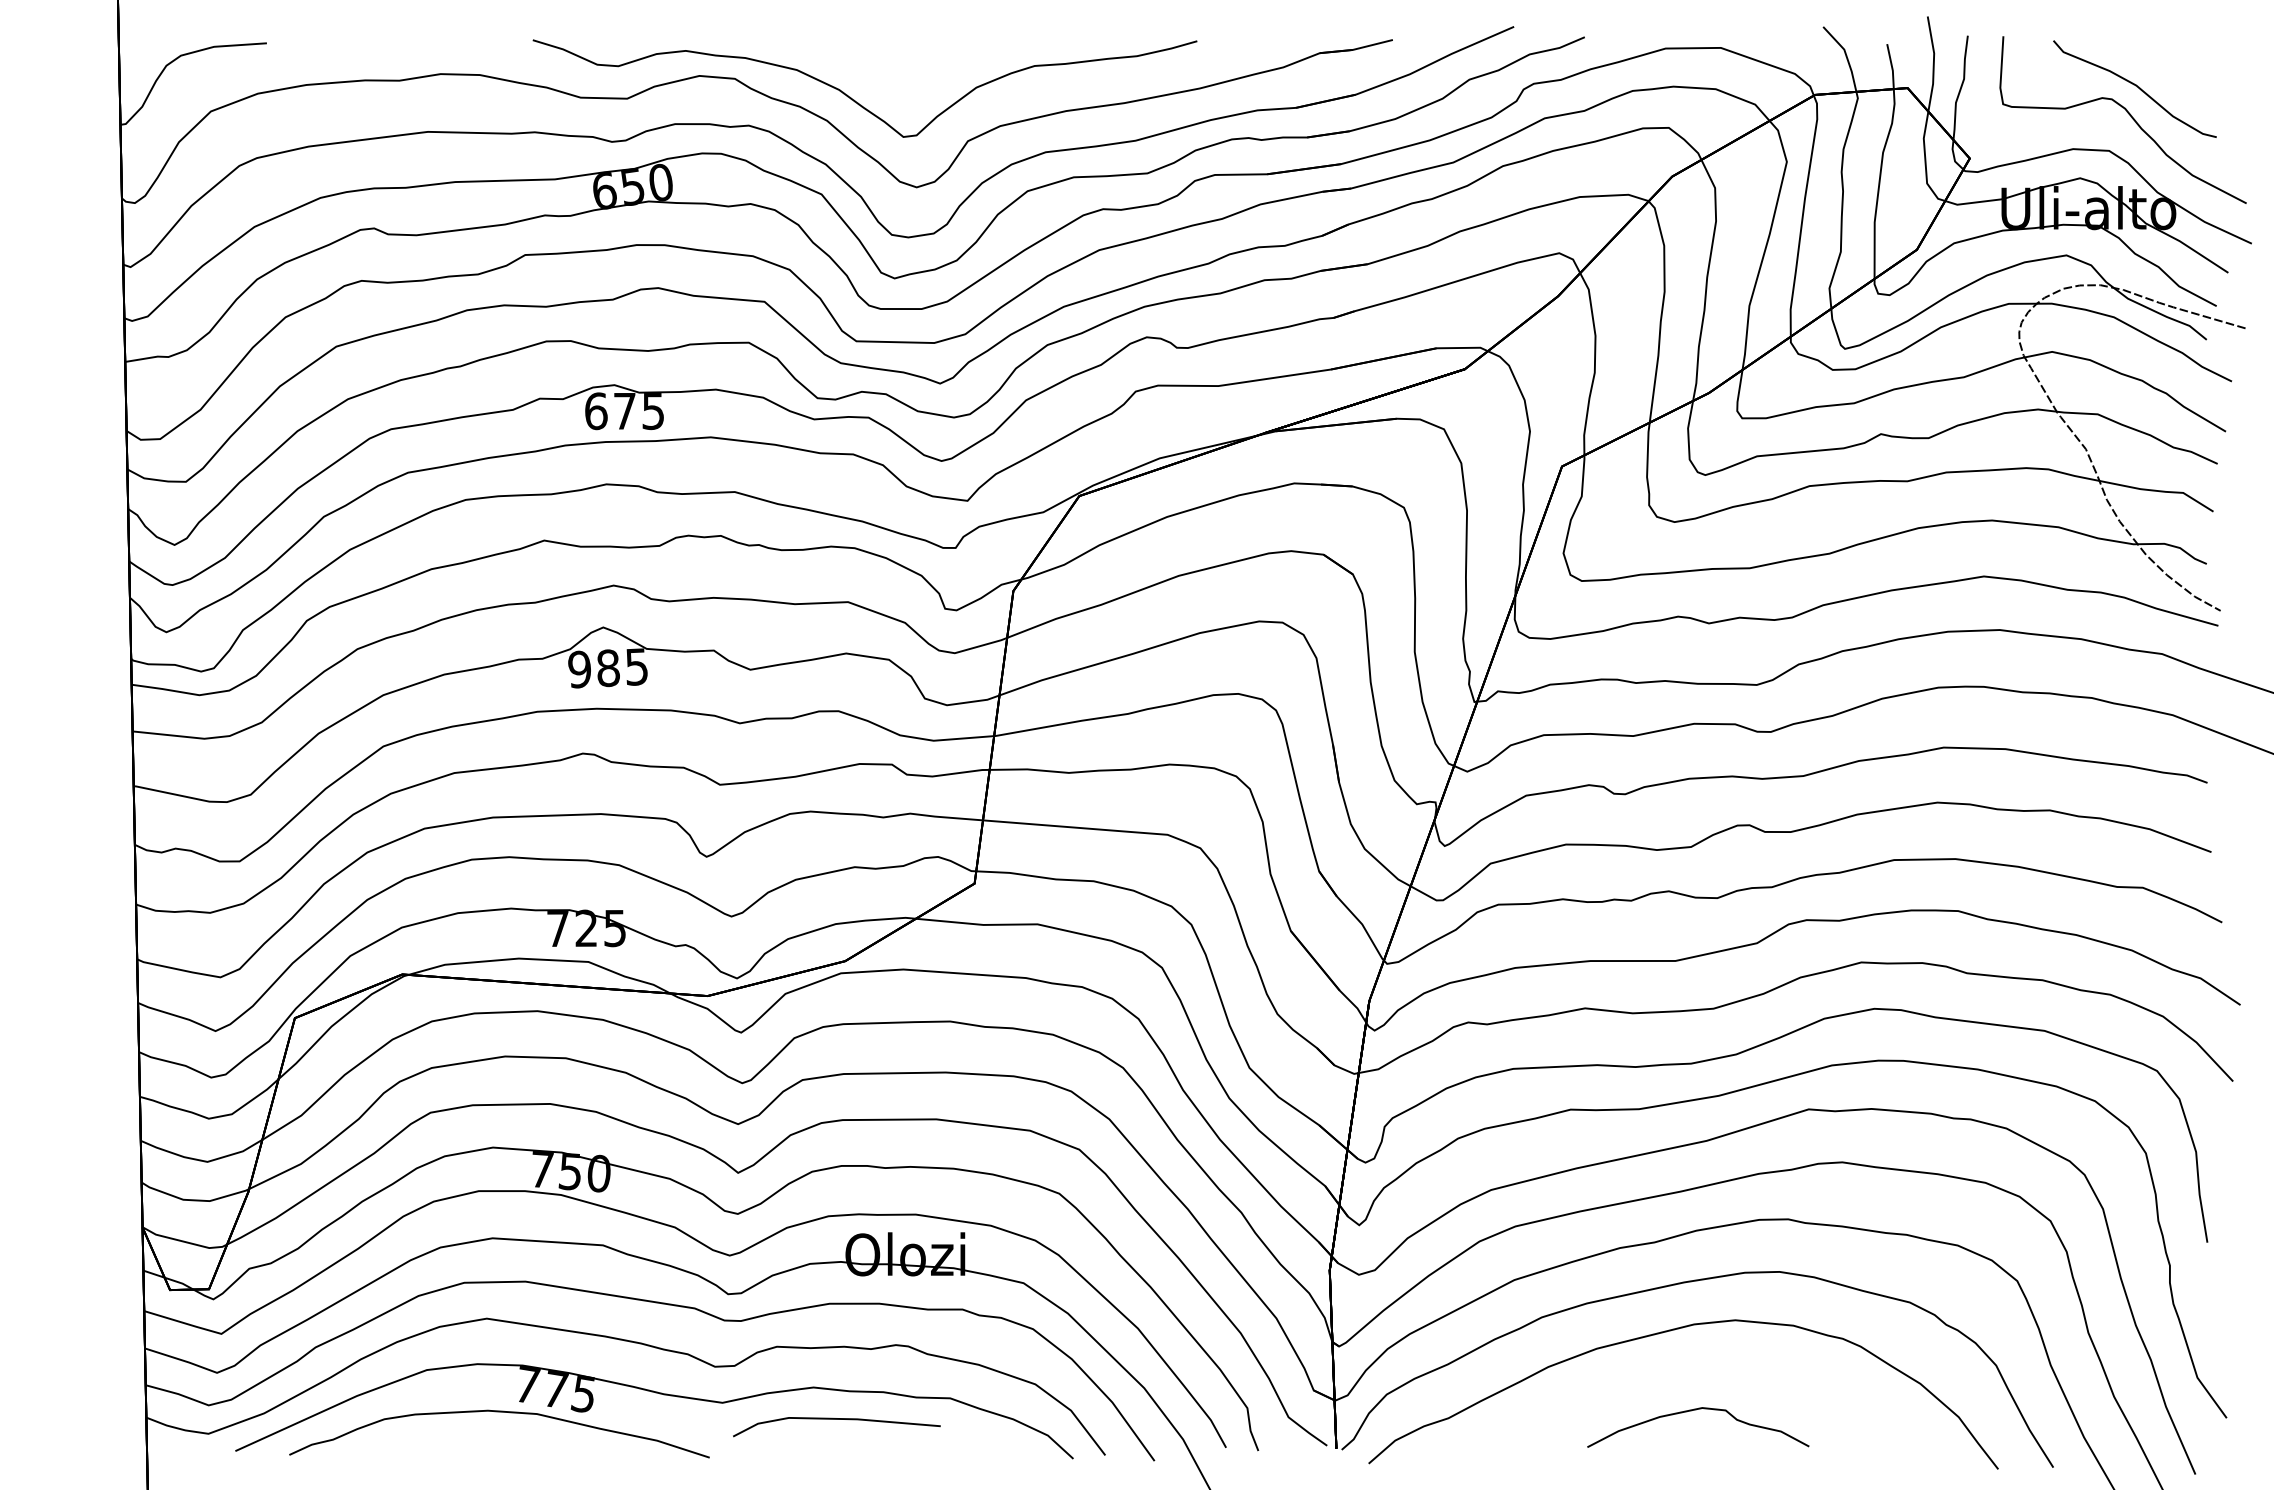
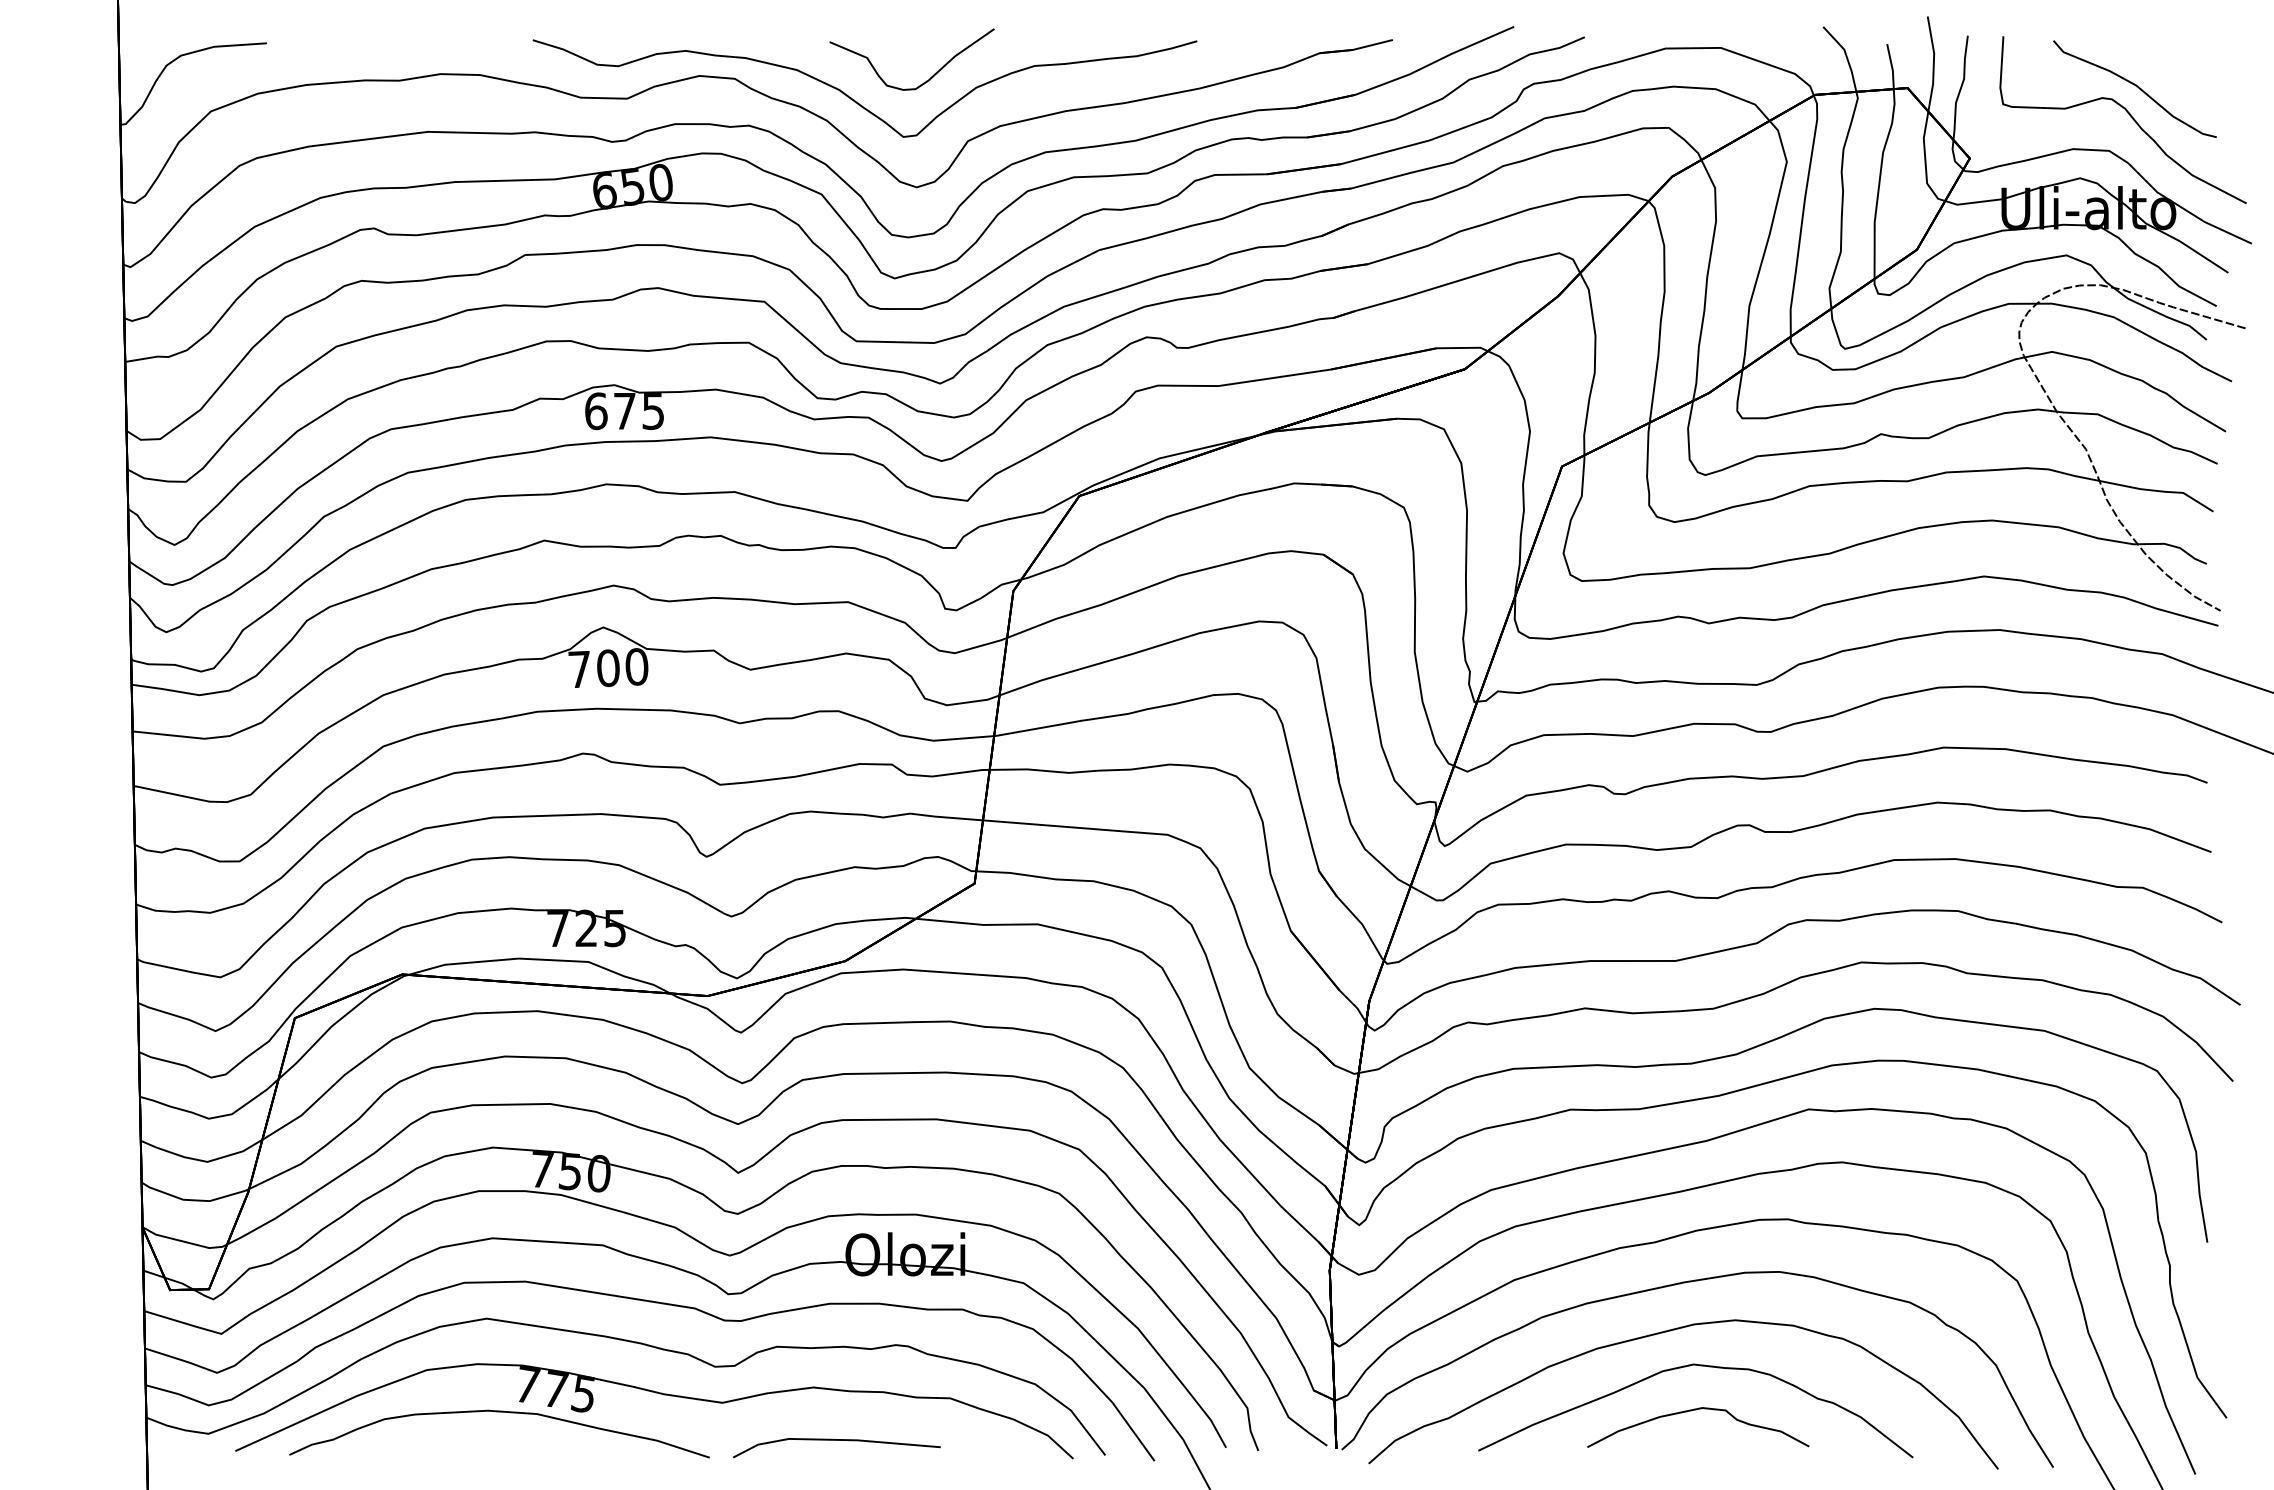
curve at (926, 80): none -> present
text at (608, 668): 985 -> 700
curve at (1685, 1367): none -> present
line at (836, 1419) position: (836, 1419) -> (836, 1440)
